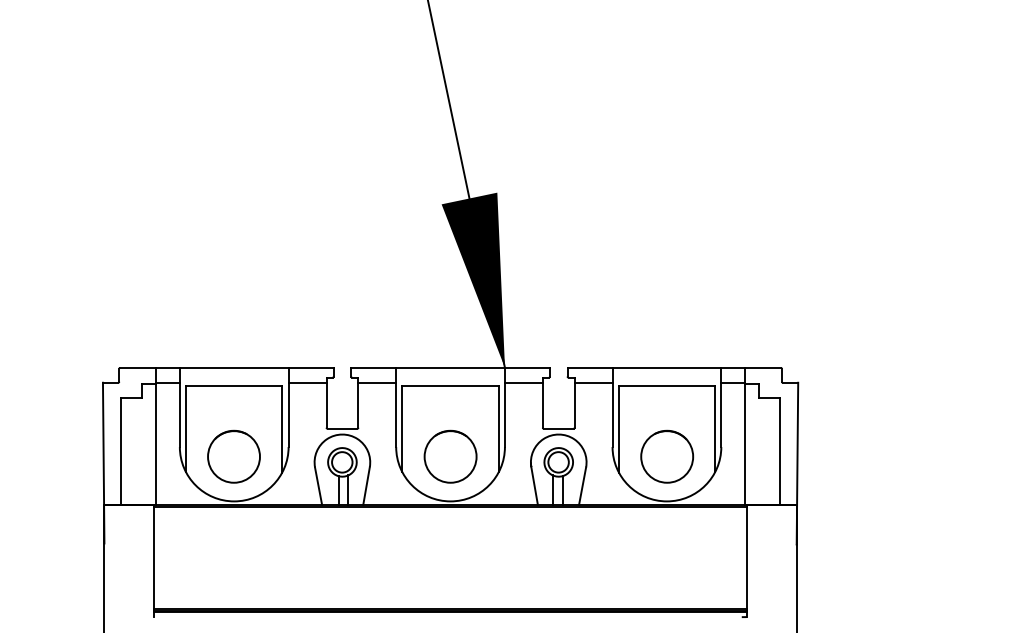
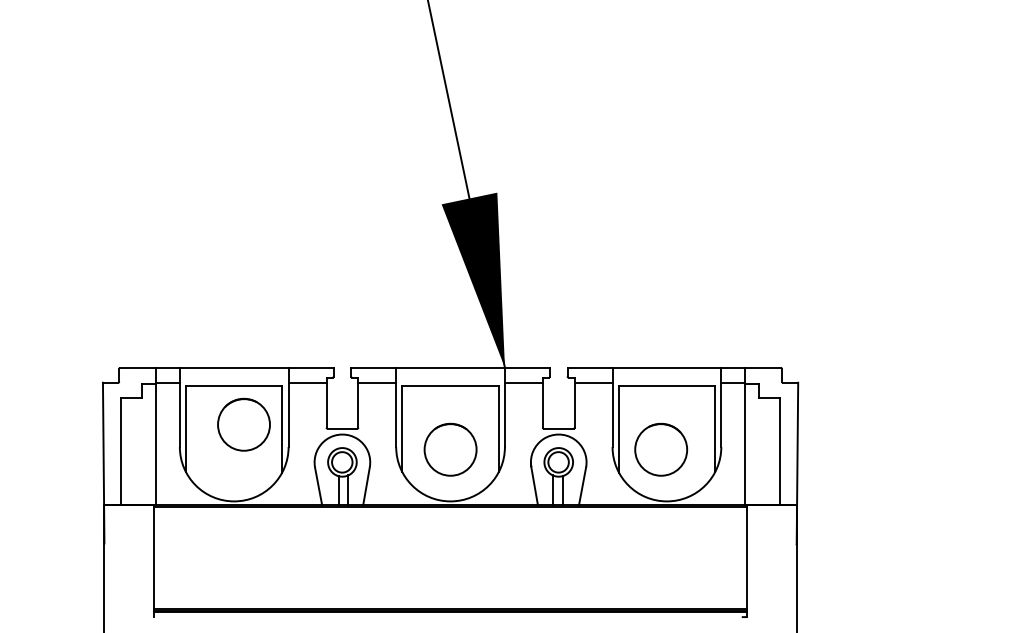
part at (233, 456) position: (233, 456) -> (243, 424)
part at (450, 456) position: (450, 456) -> (450, 449)
part at (667, 456) position: (667, 456) -> (661, 449)
